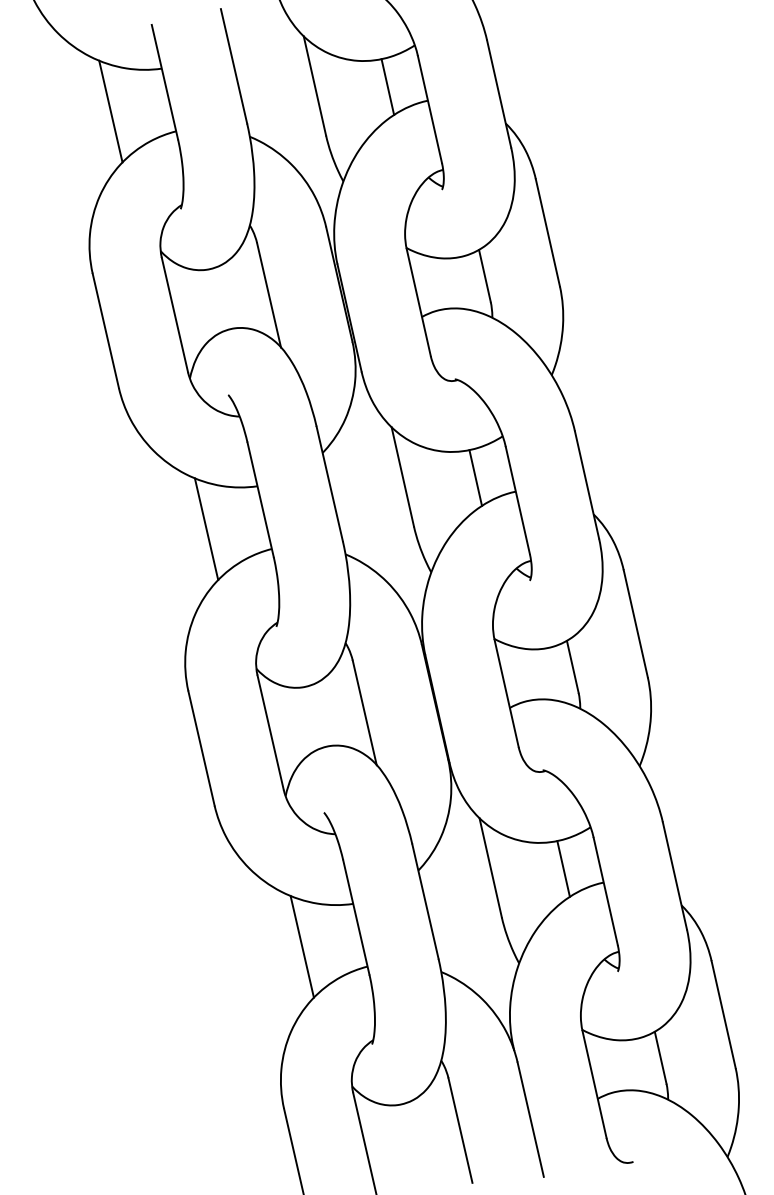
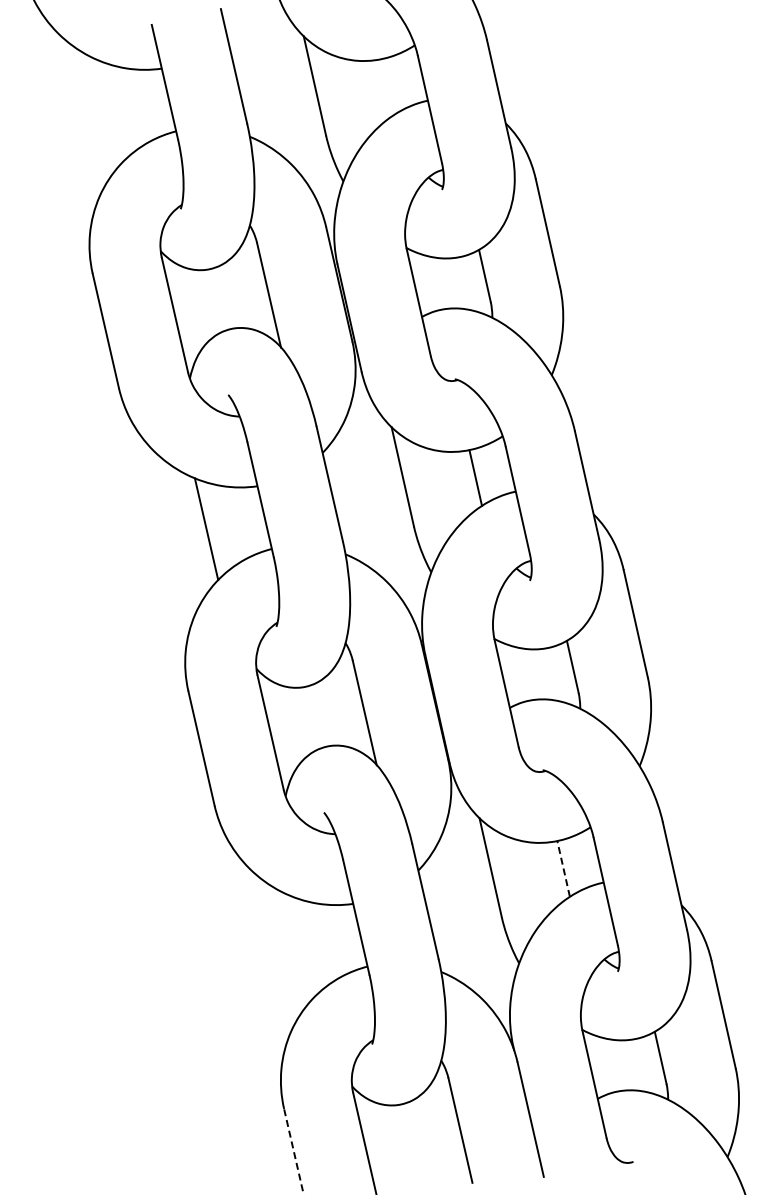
line at (387, 86): present -> none
line at (110, 111): present -> none
line at (563, 868): solid -> dashed
line at (301, 946): present -> none
line at (293, 1151): solid -> dashed
